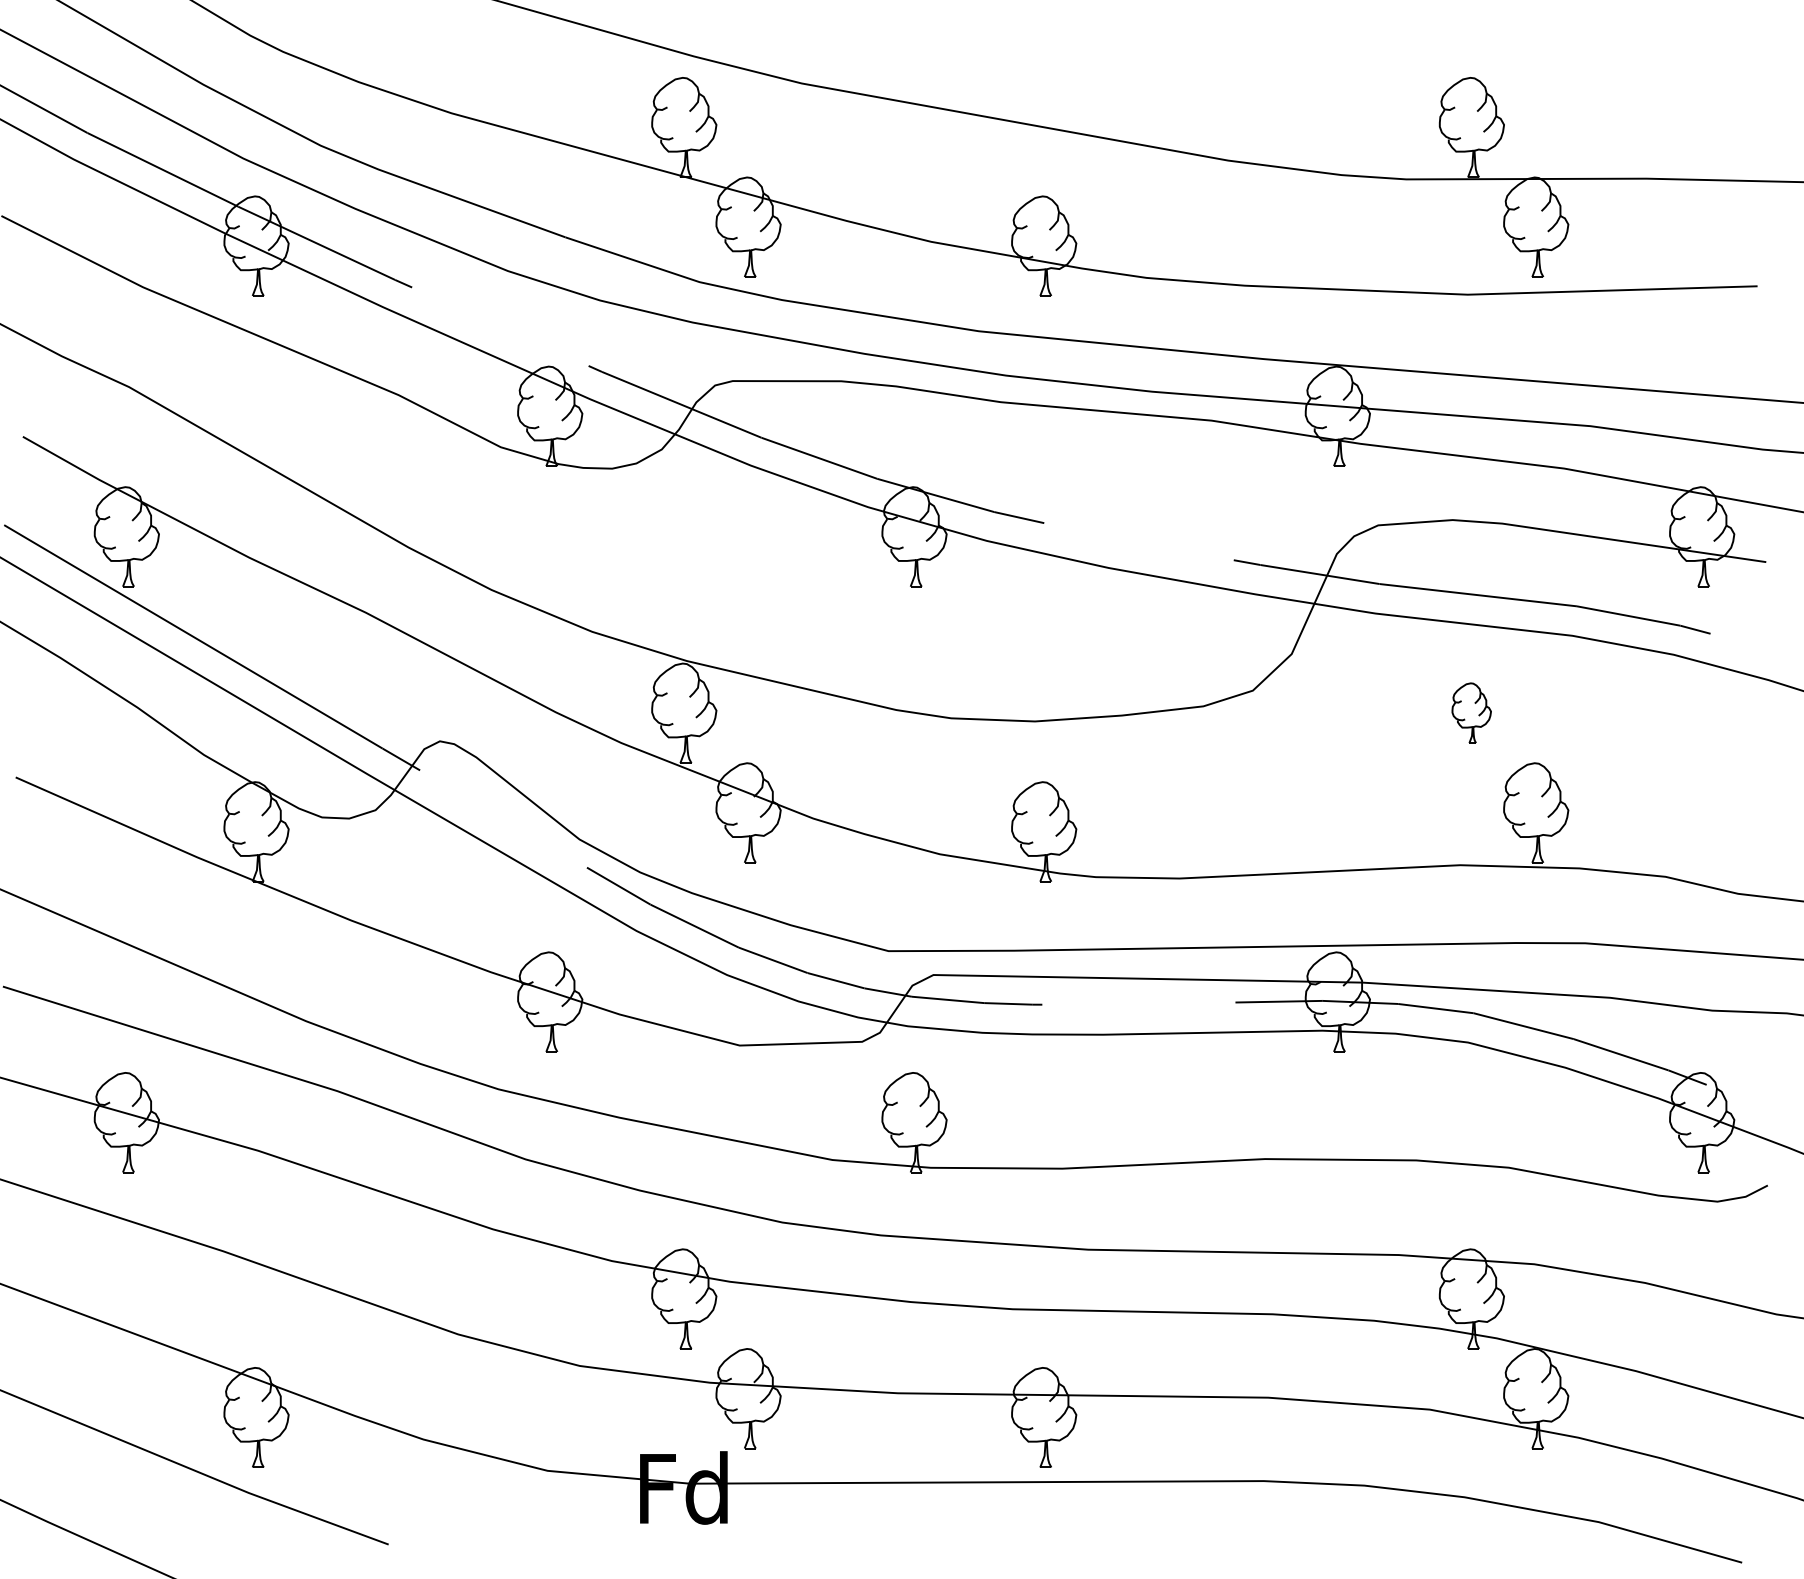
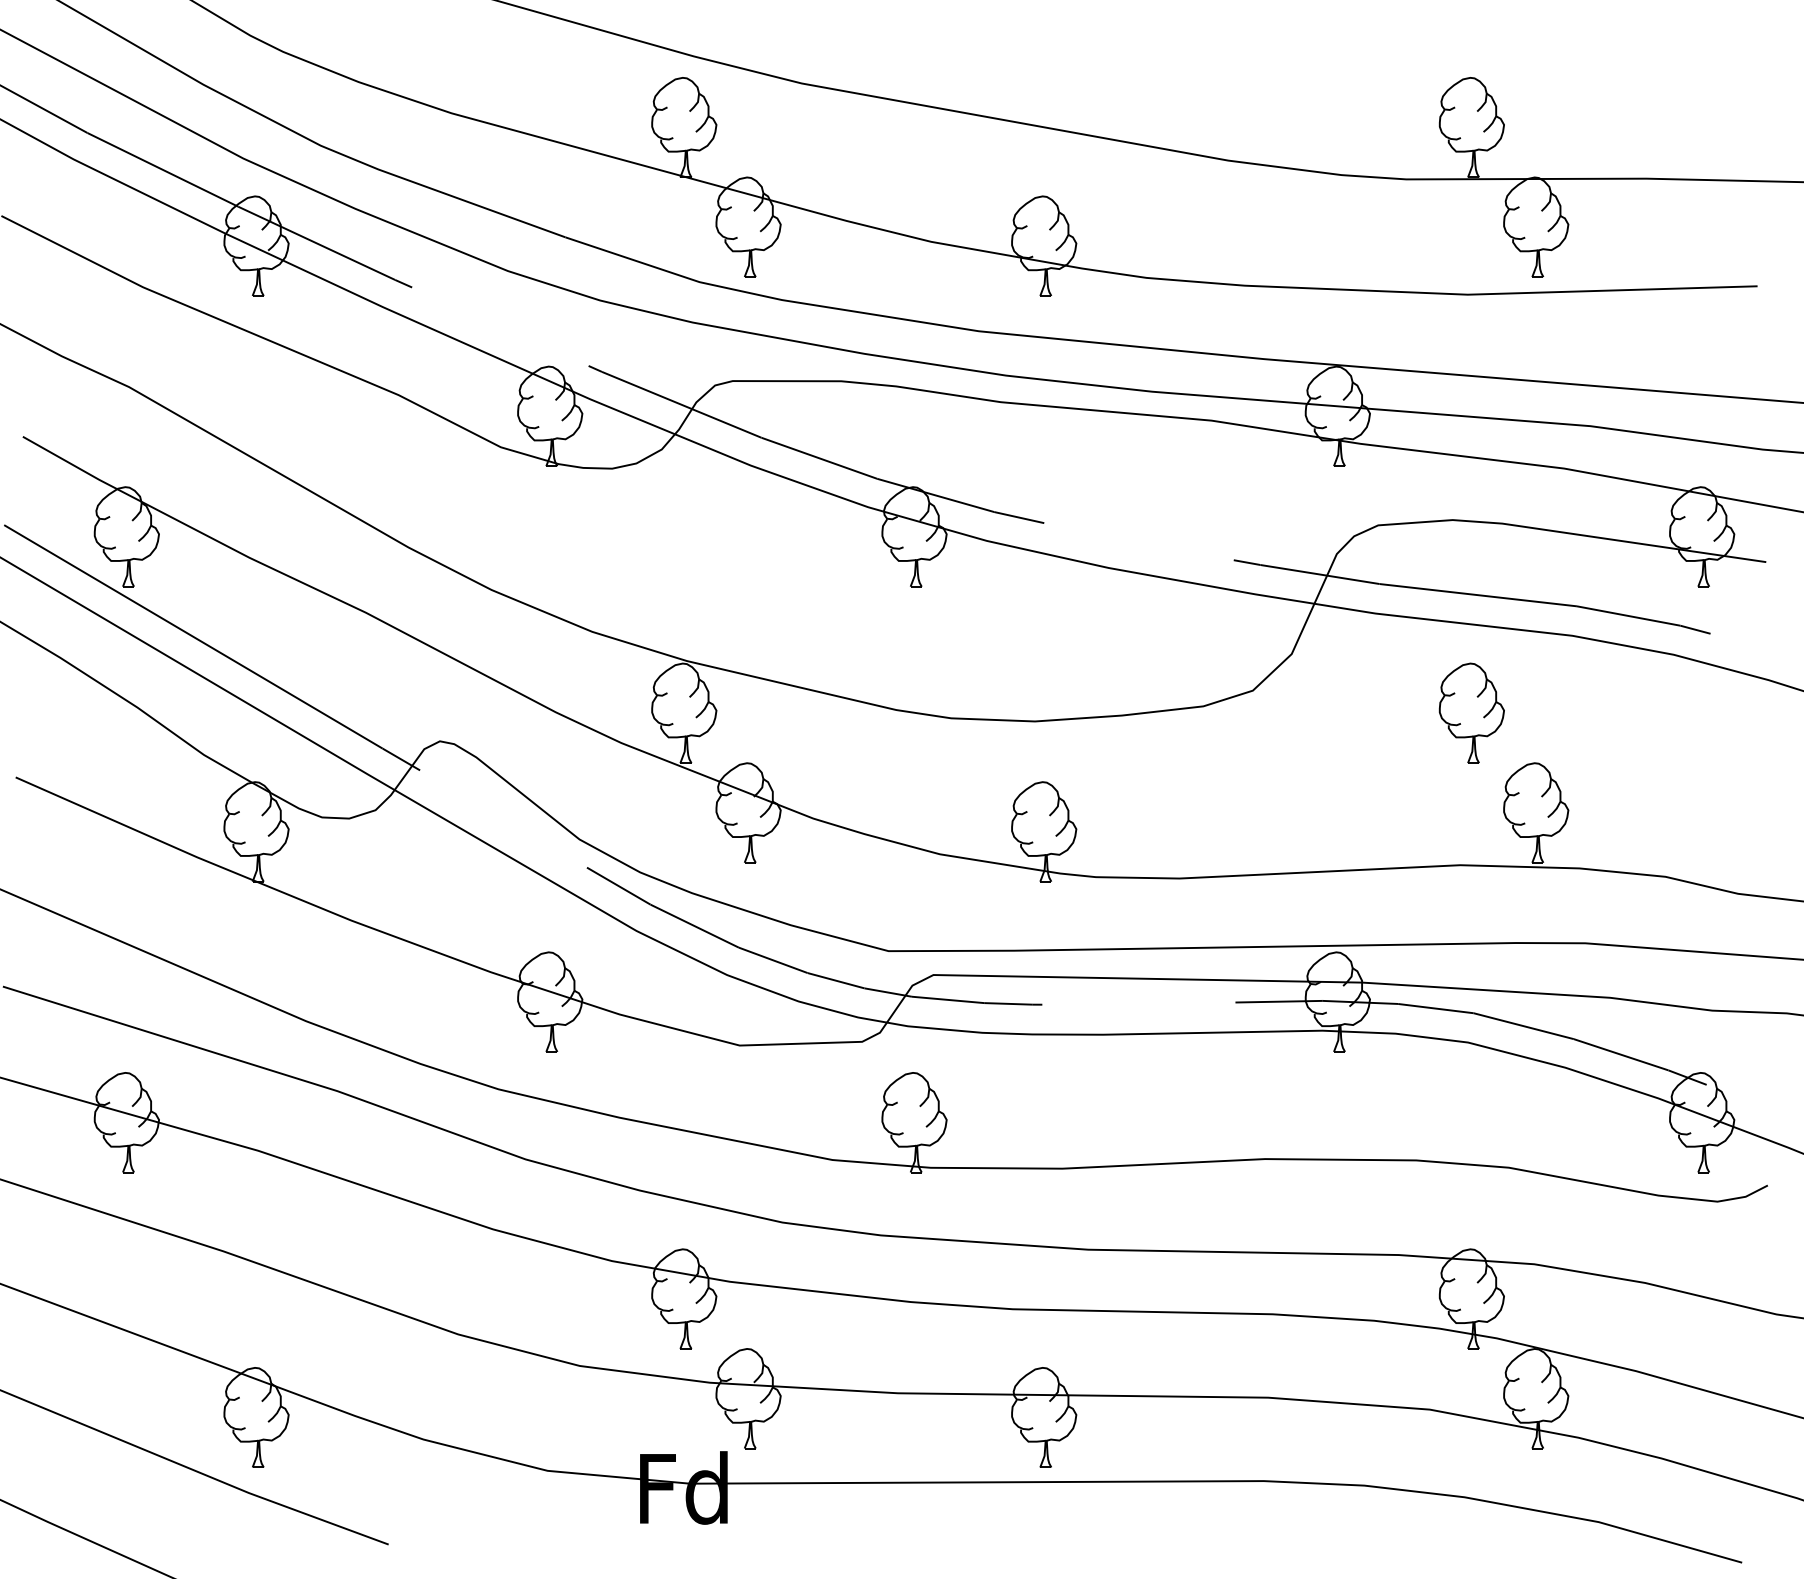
part at (1471, 712) size: 41x62 px -> 67x102 px
